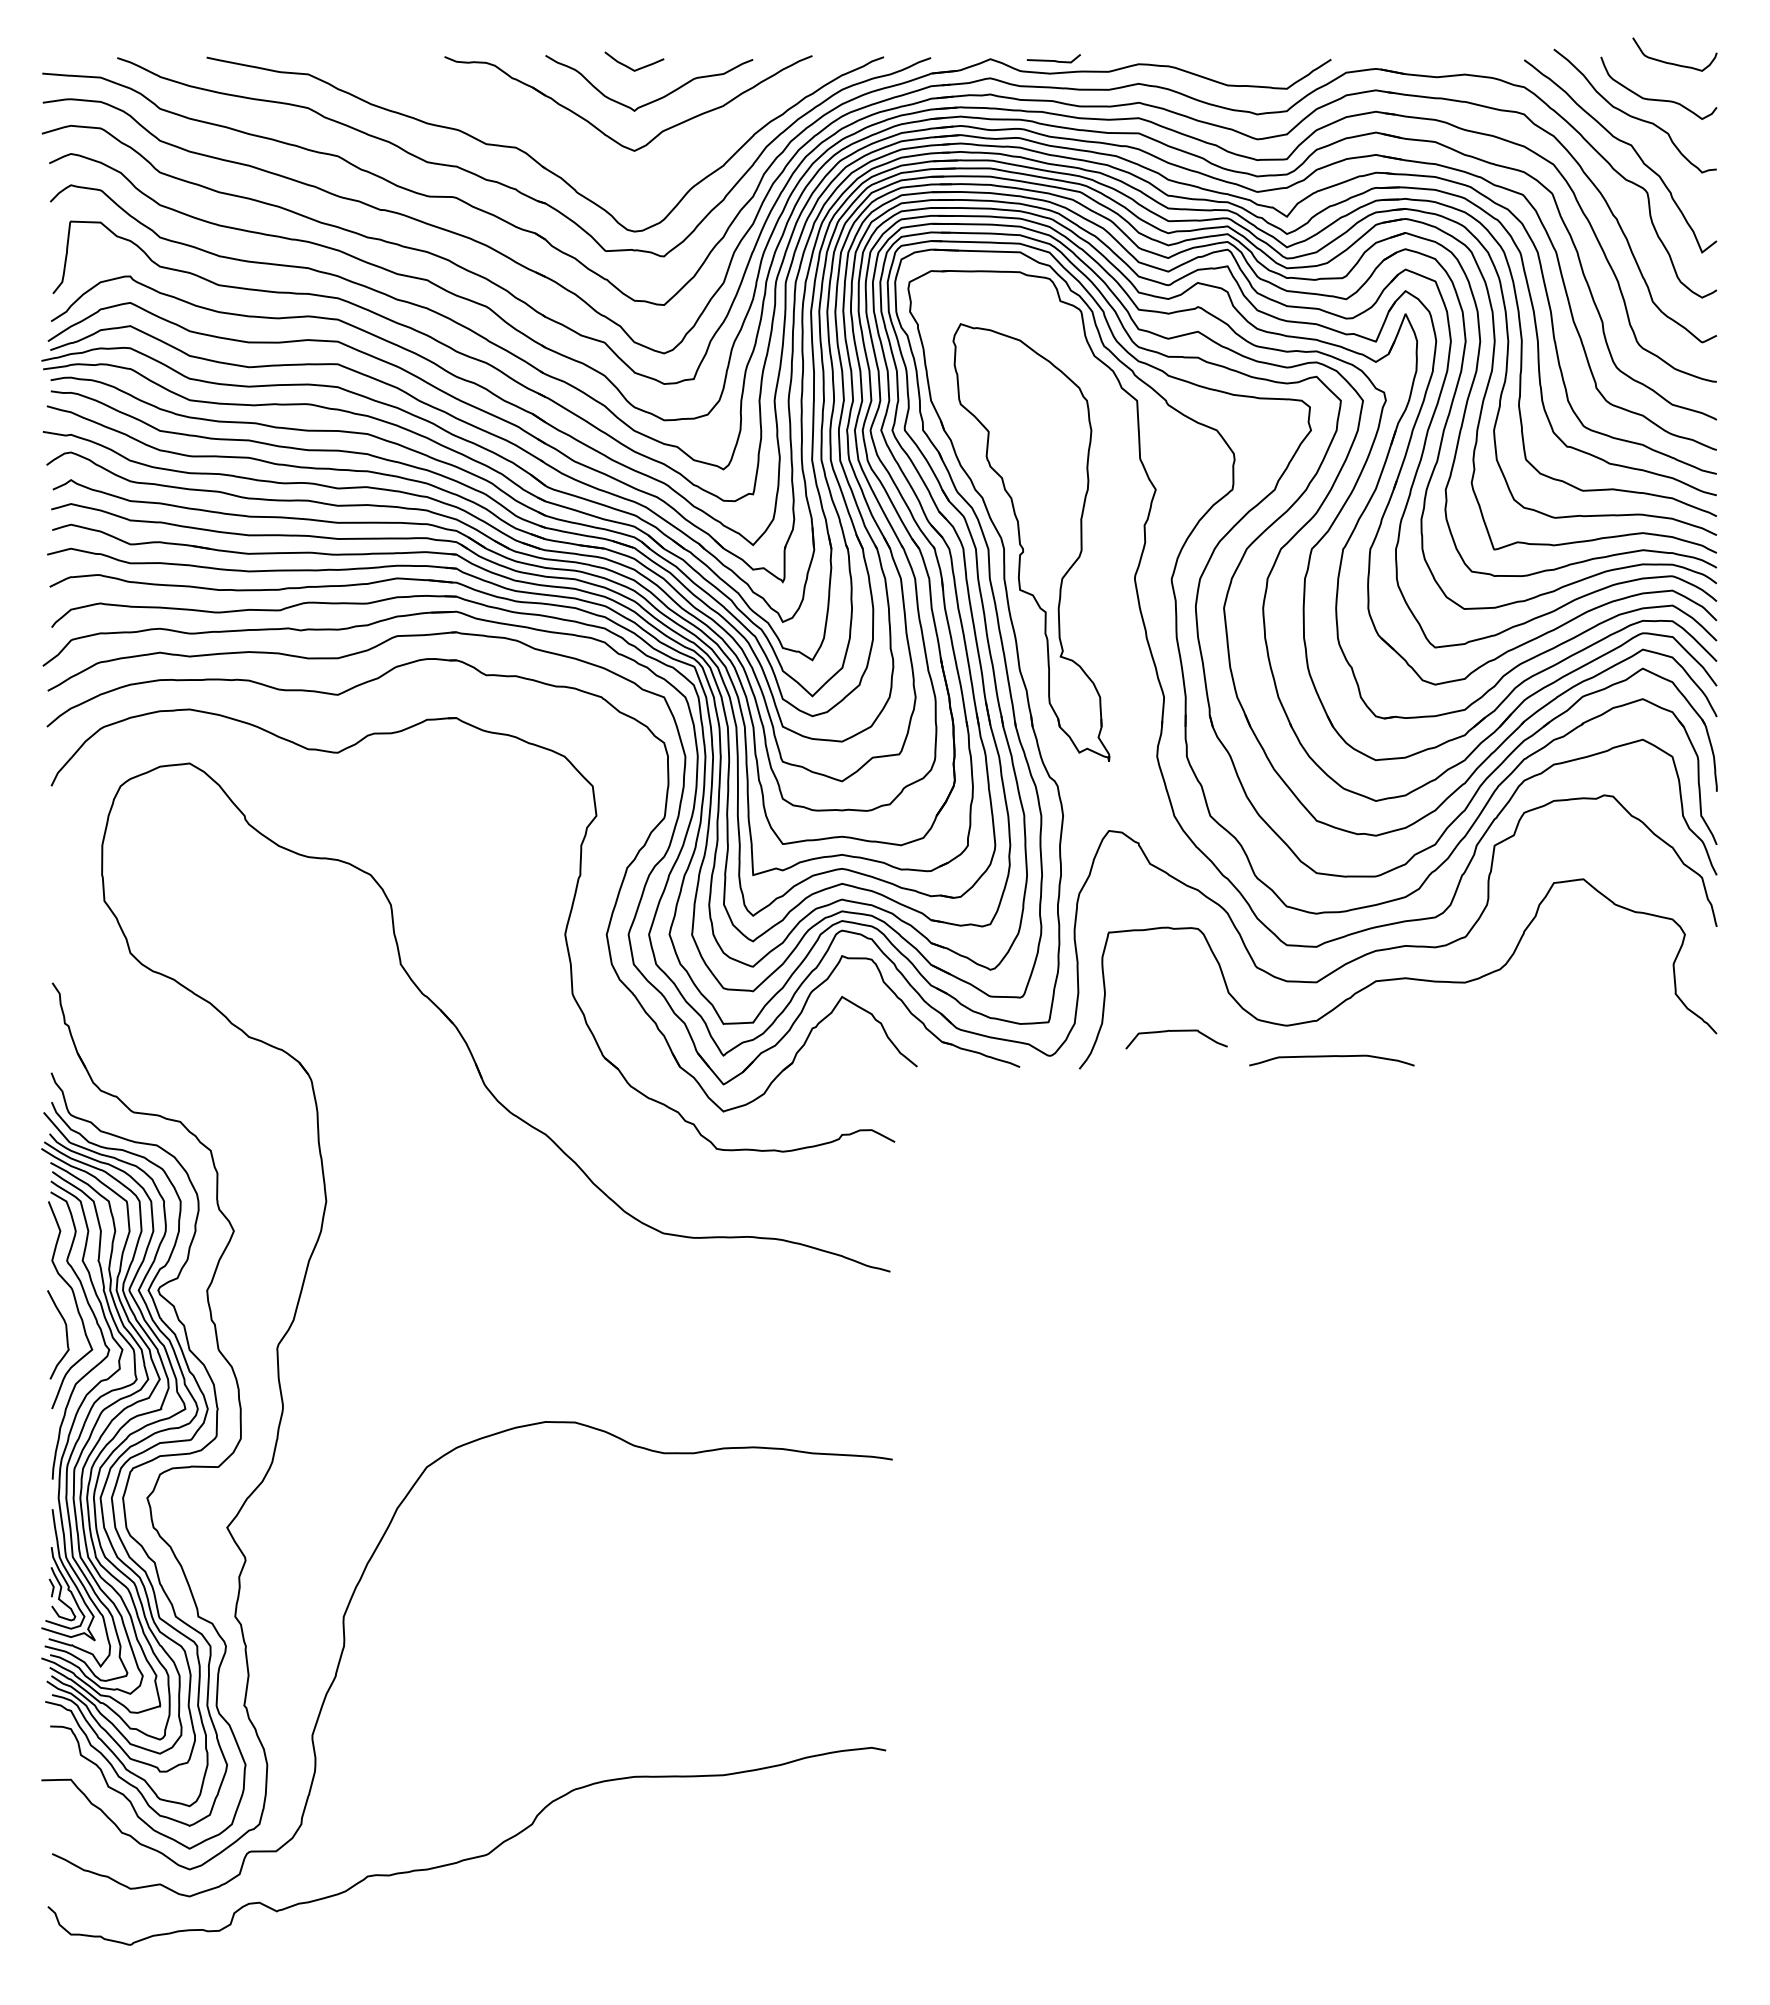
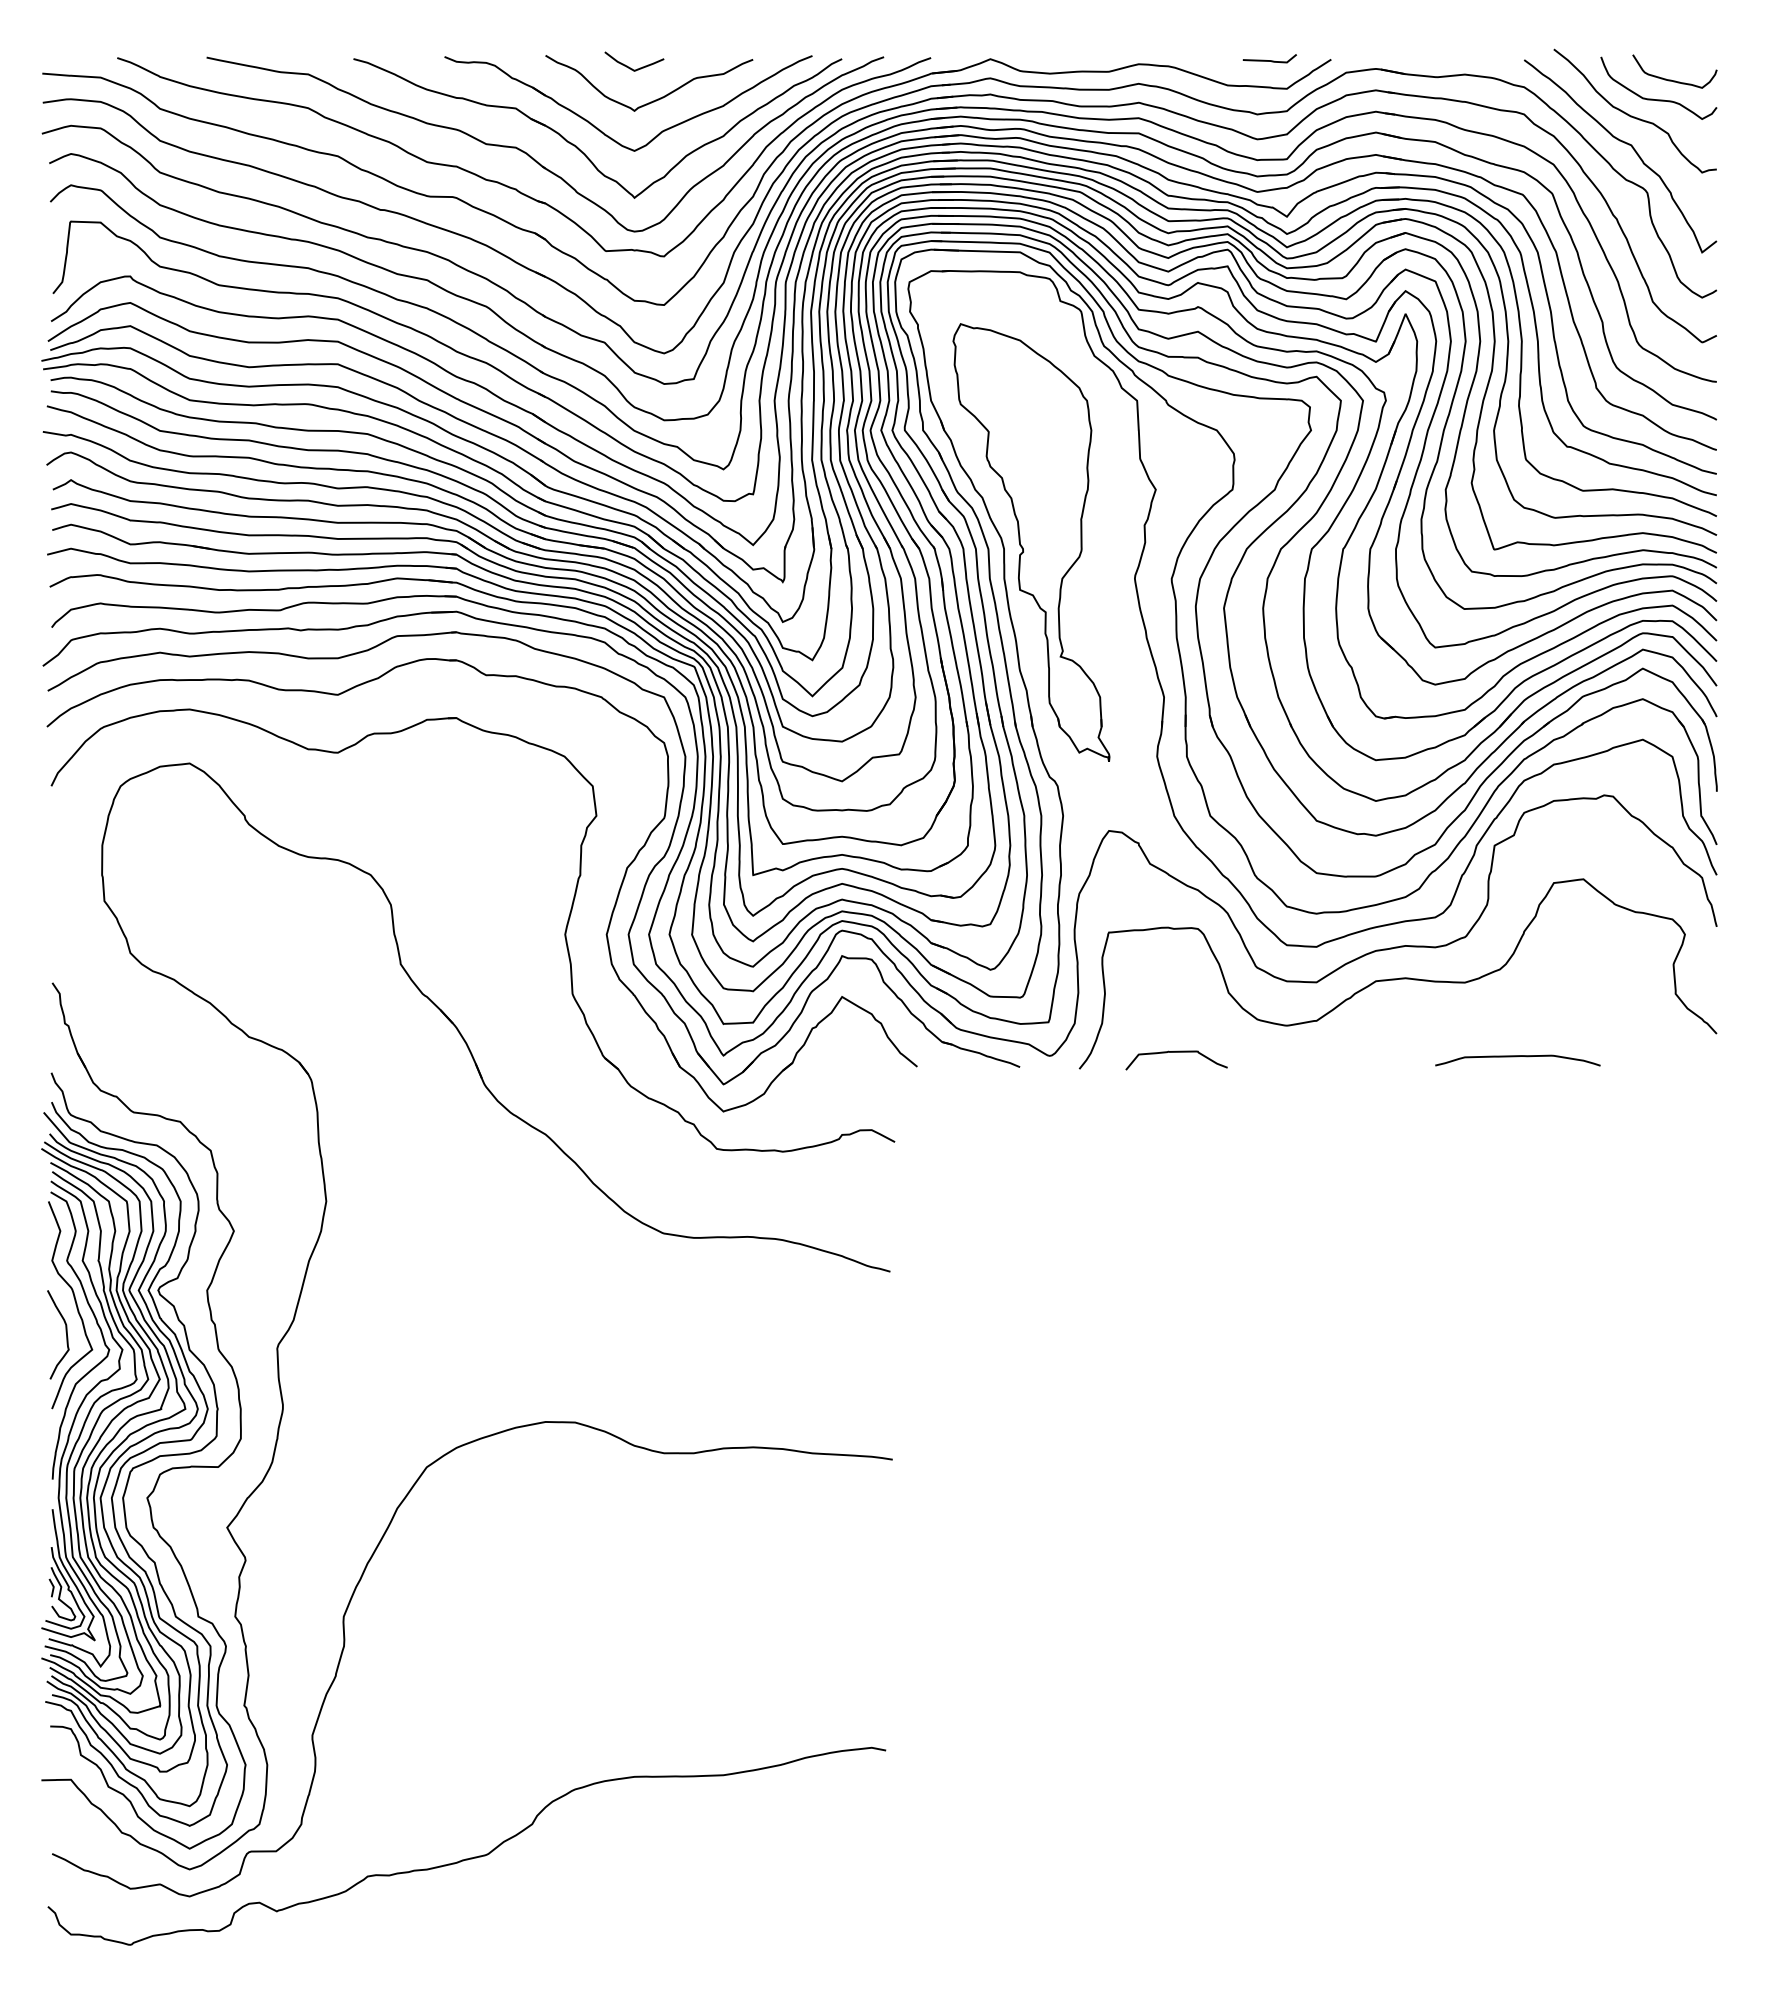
curve at (1053, 60) position: (1053, 60) -> (1269, 60)
curve at (1671, 62) position: (1671, 62) -> (1671, 79)
part at (578, 147): none -> present
curve at (1176, 1031) position: (1176, 1031) -> (1176, 1052)
curve at (1331, 1057) position: (1331, 1057) -> (1517, 1057)
